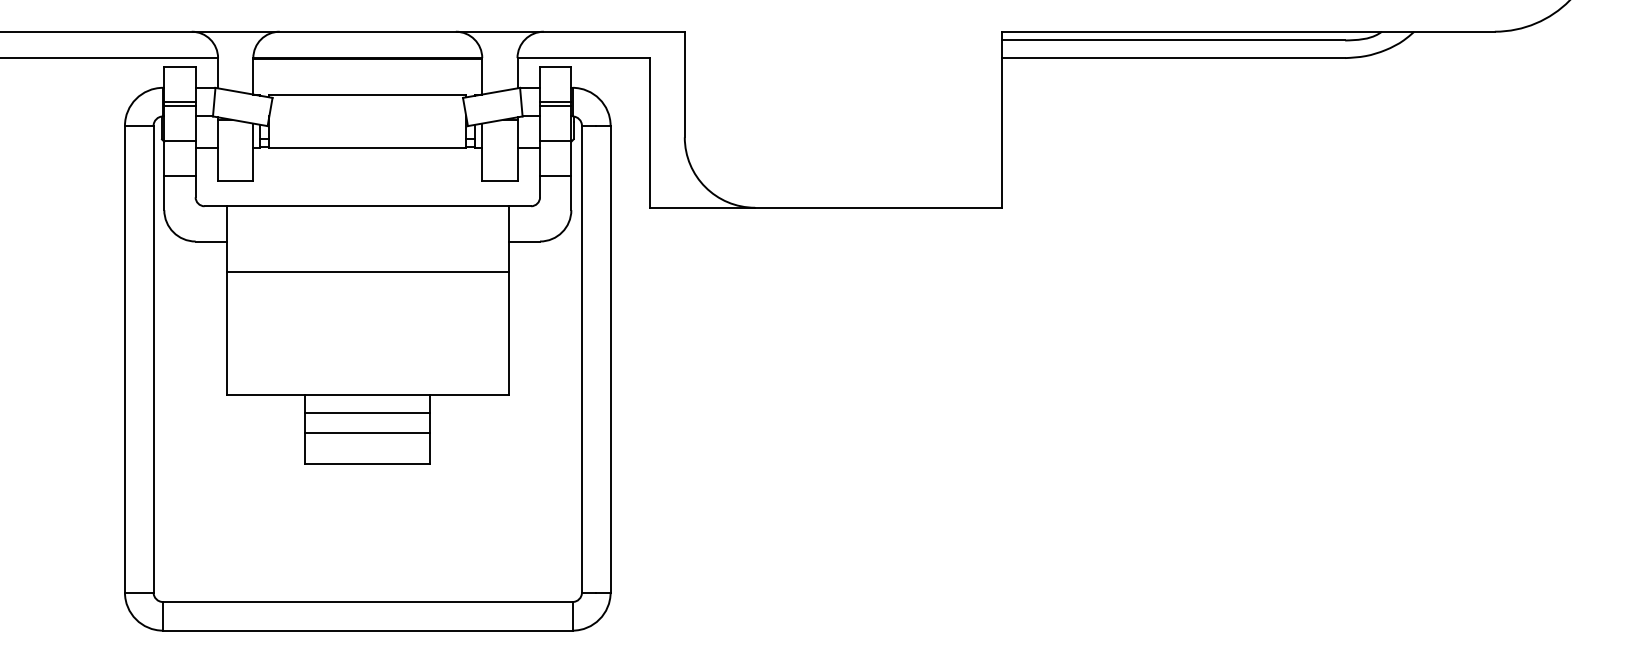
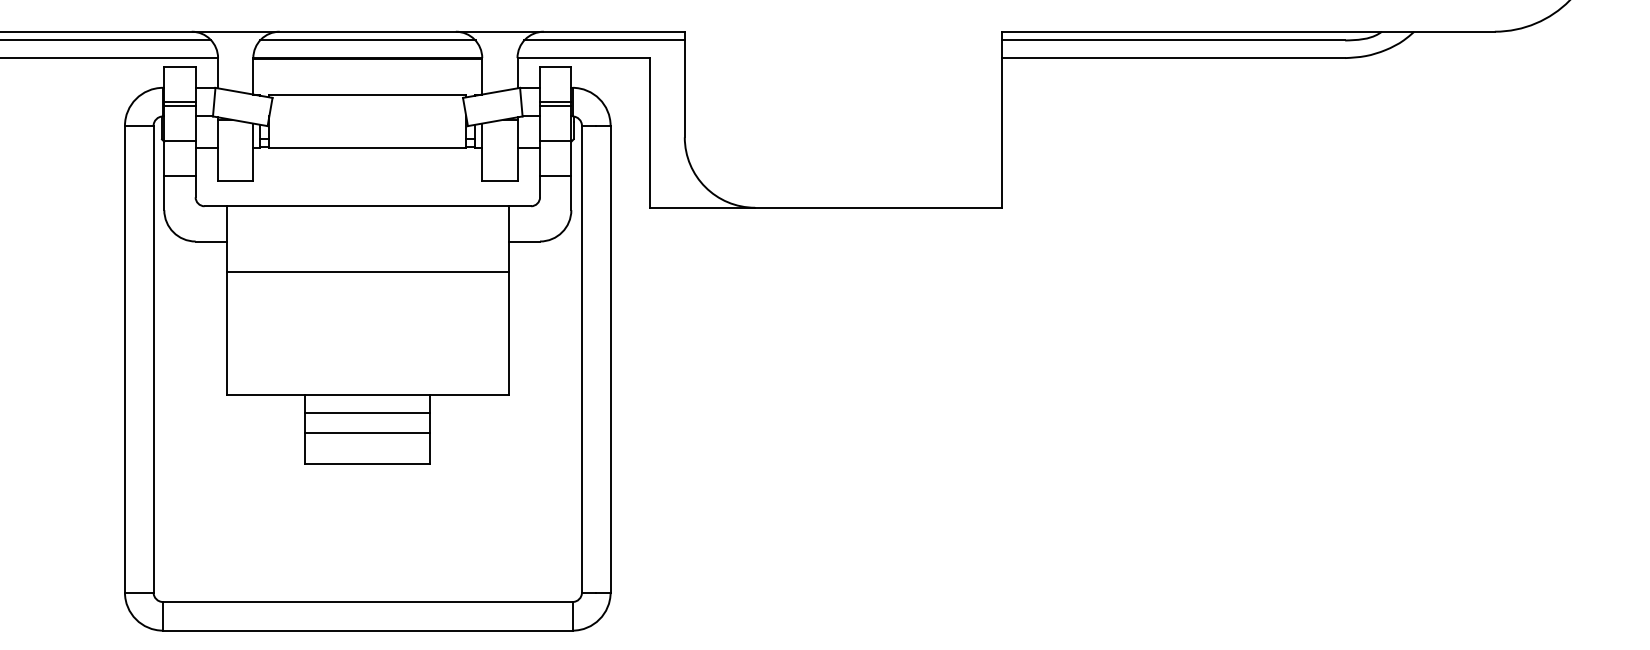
line at (106, 40): none -> present
line at (367, 40): none -> present
line at (604, 40): none -> present
